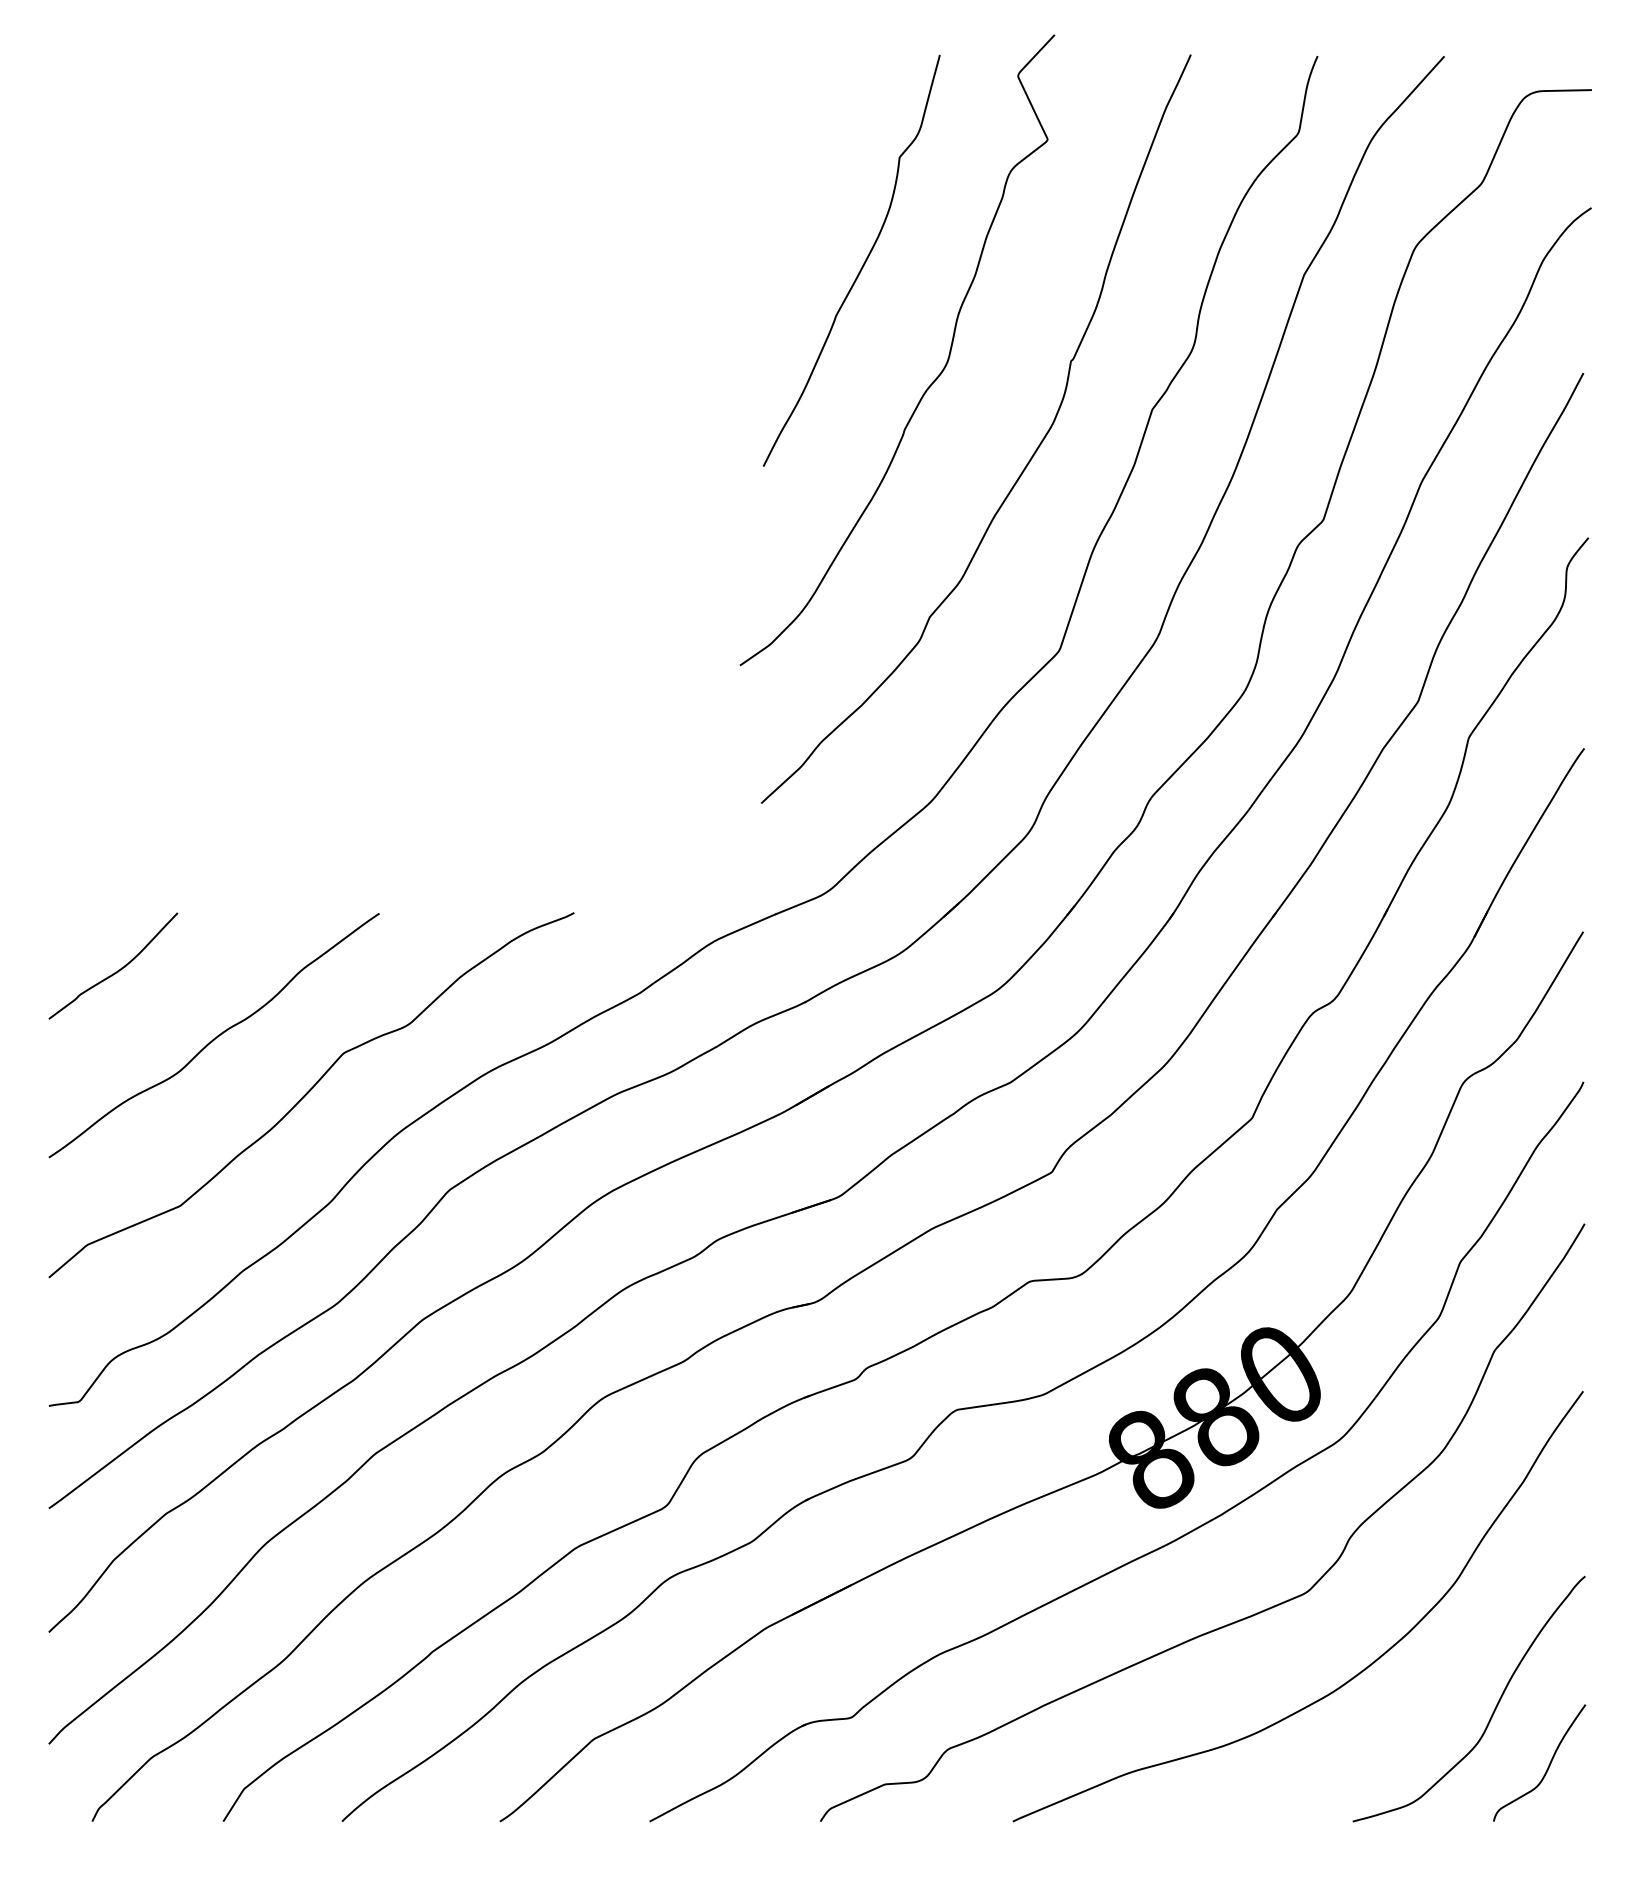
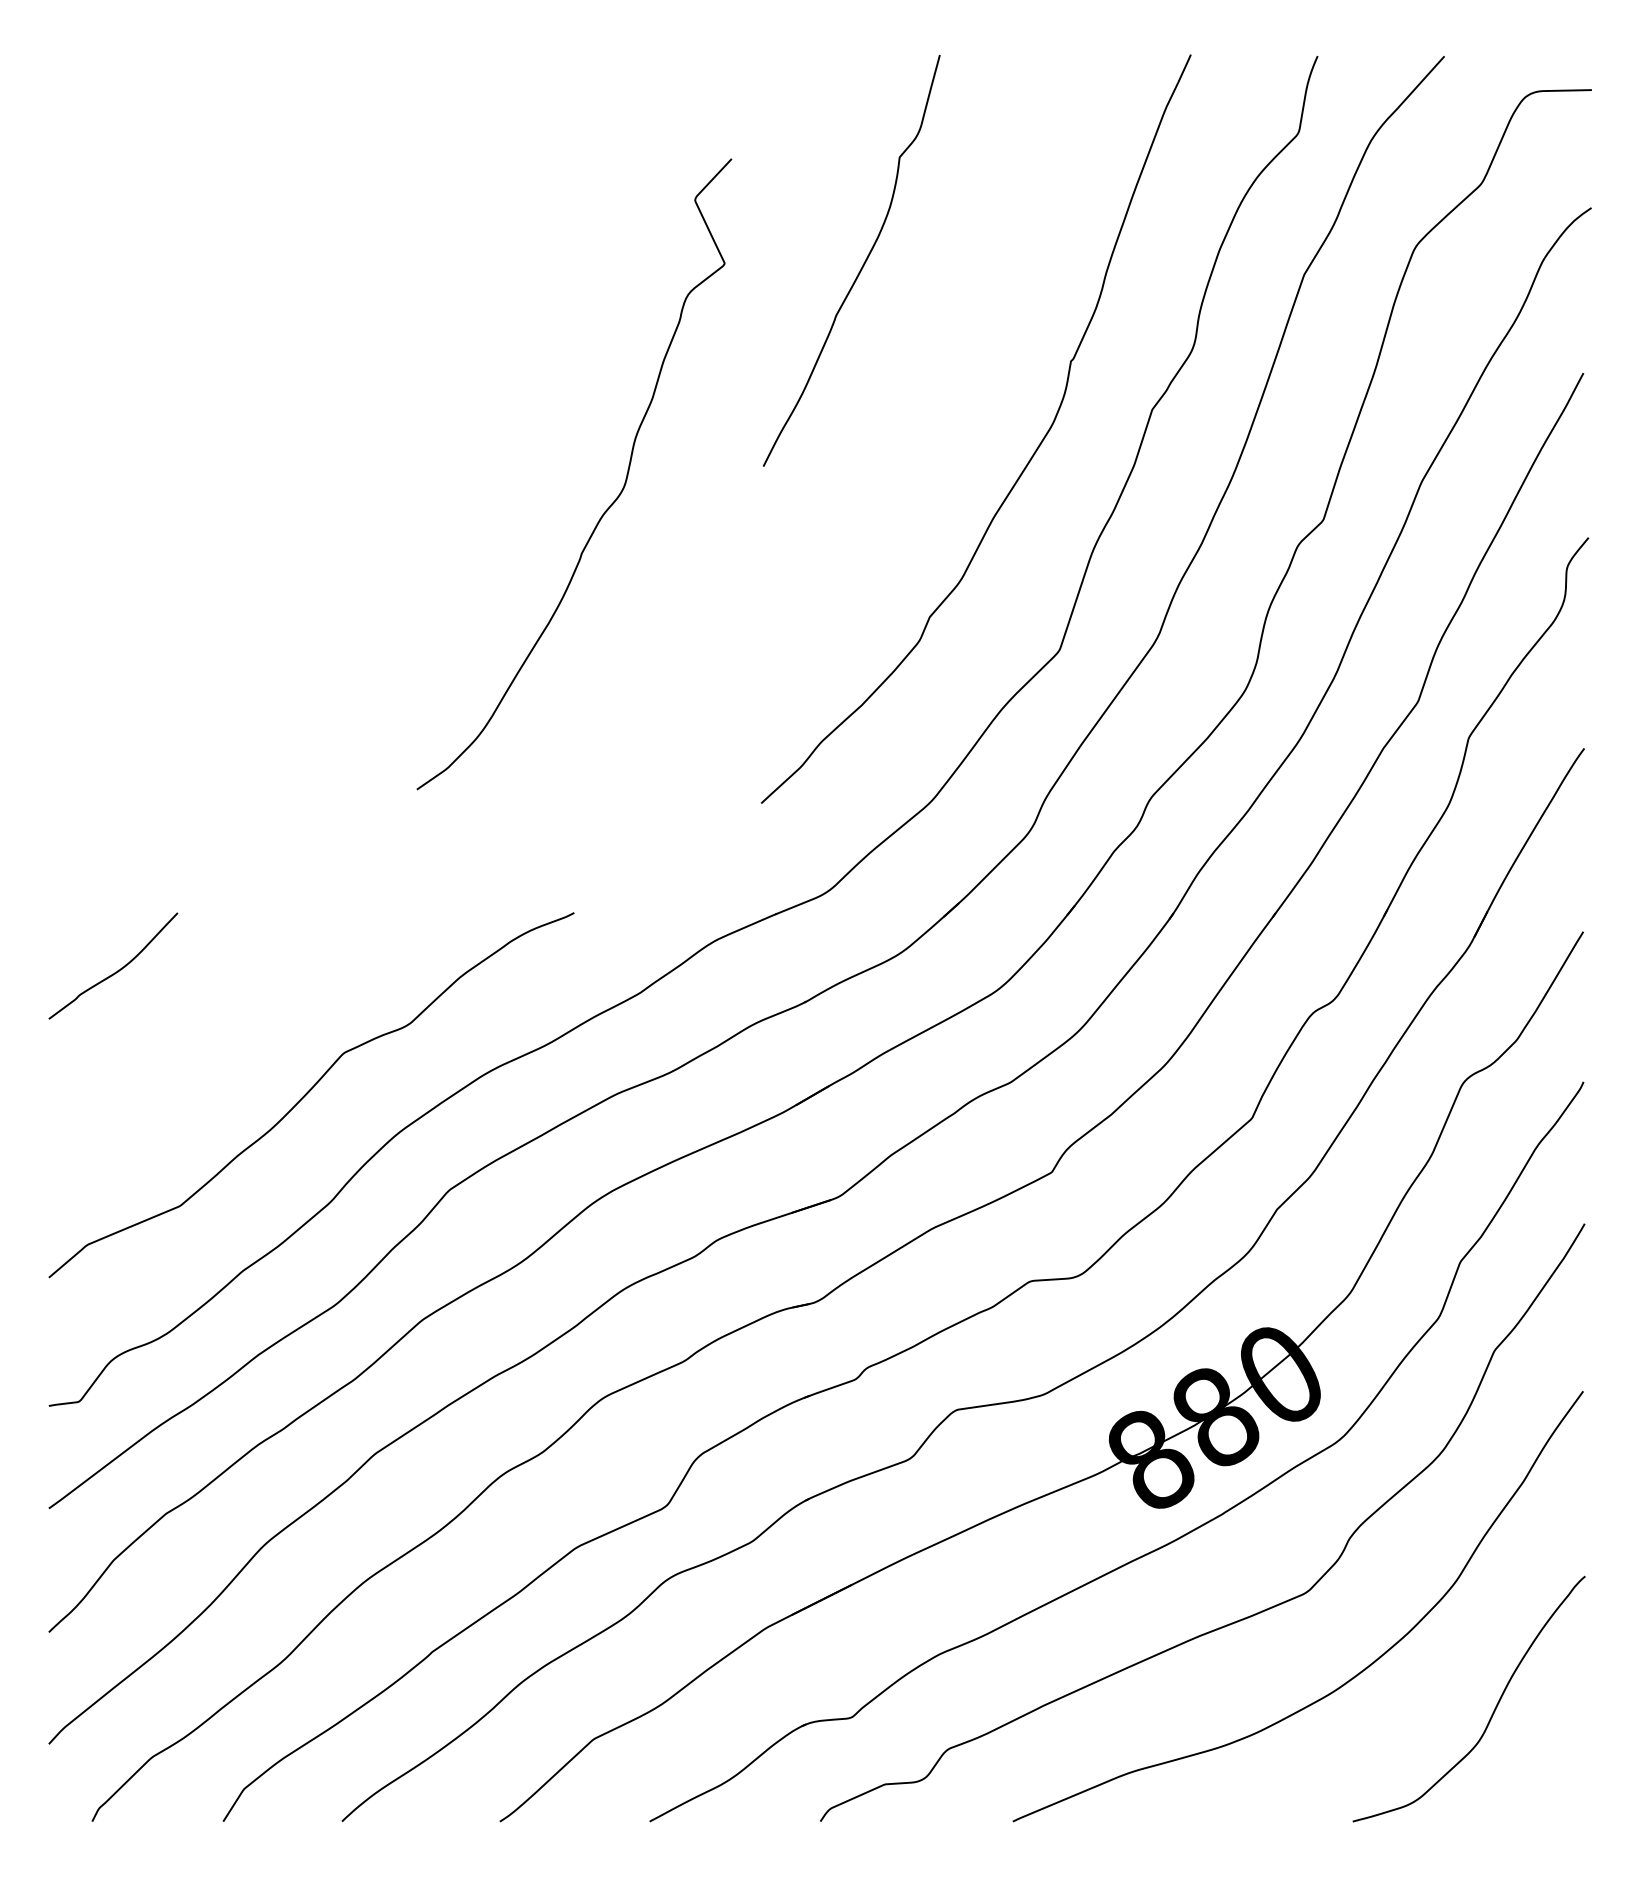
curve at (932, 381) position: (932, 381) -> (609, 505)
curve at (215, 1037): present -> none
curve at (1547, 1767): present -> none
